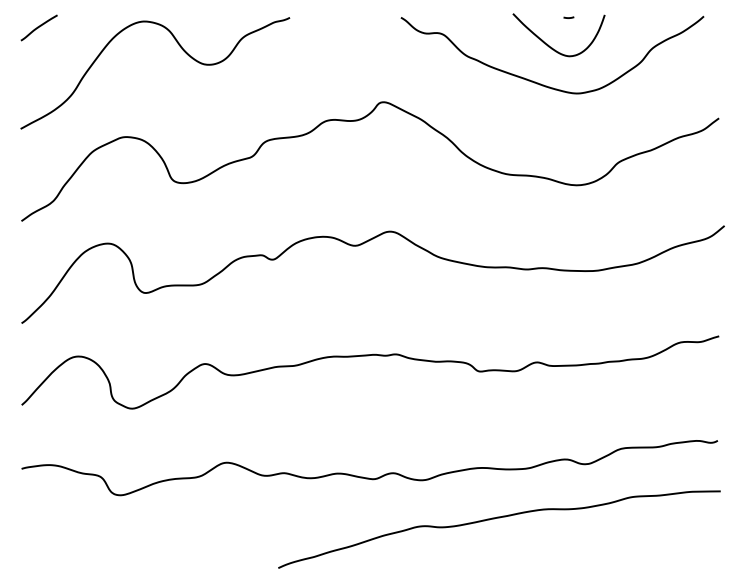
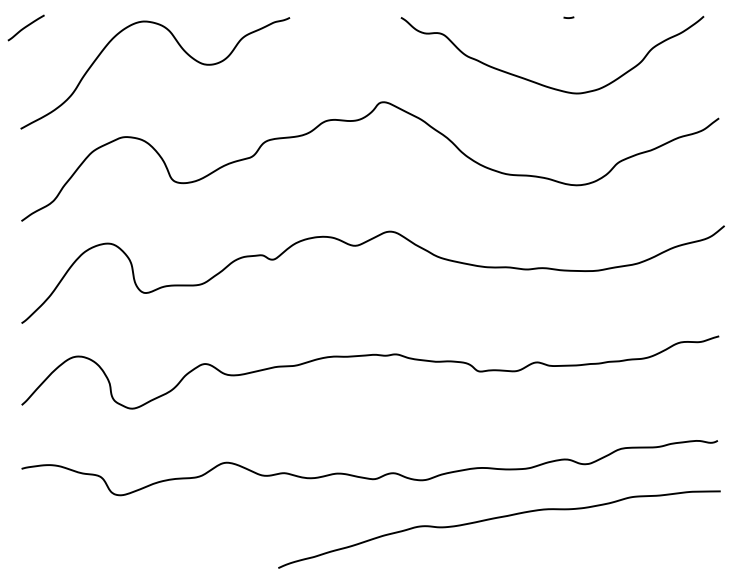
curve at (38, 27) position: (38, 27) -> (25, 27)
curve at (552, 47): present -> none
